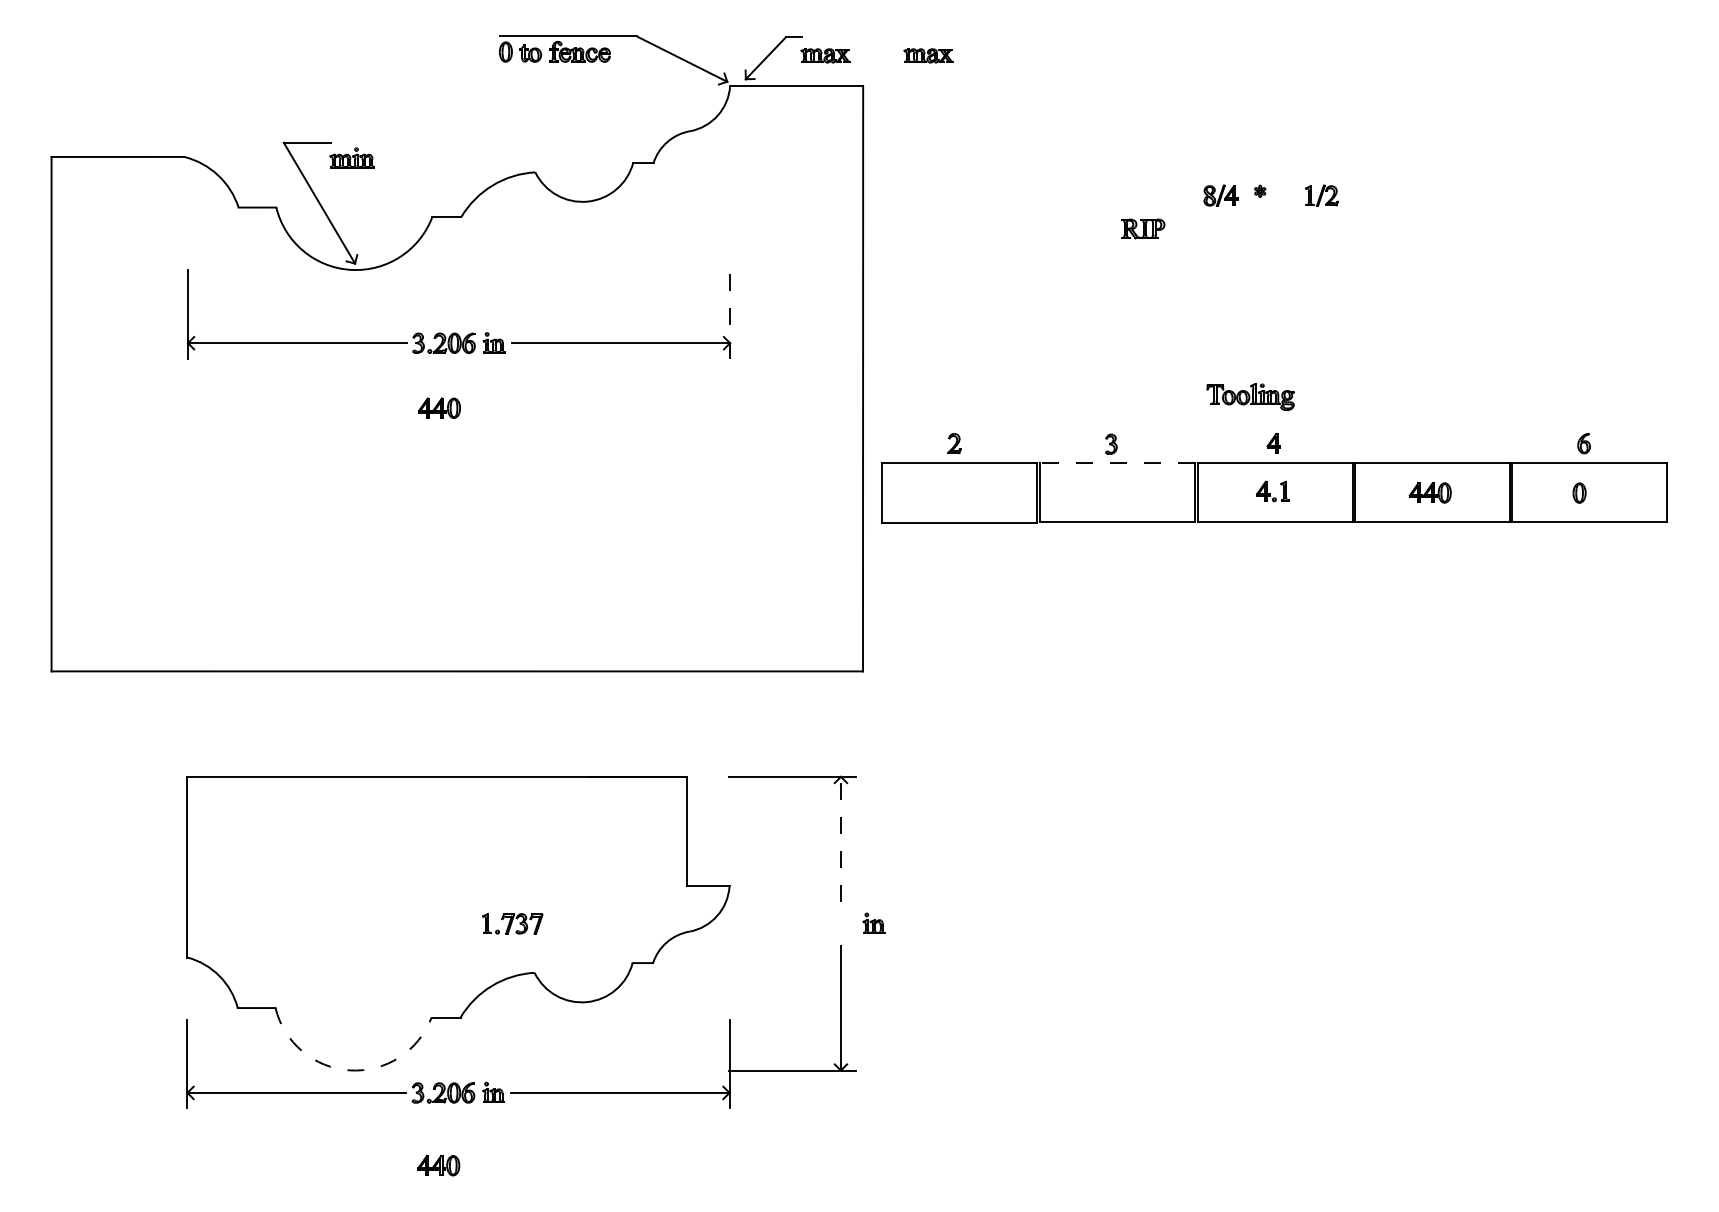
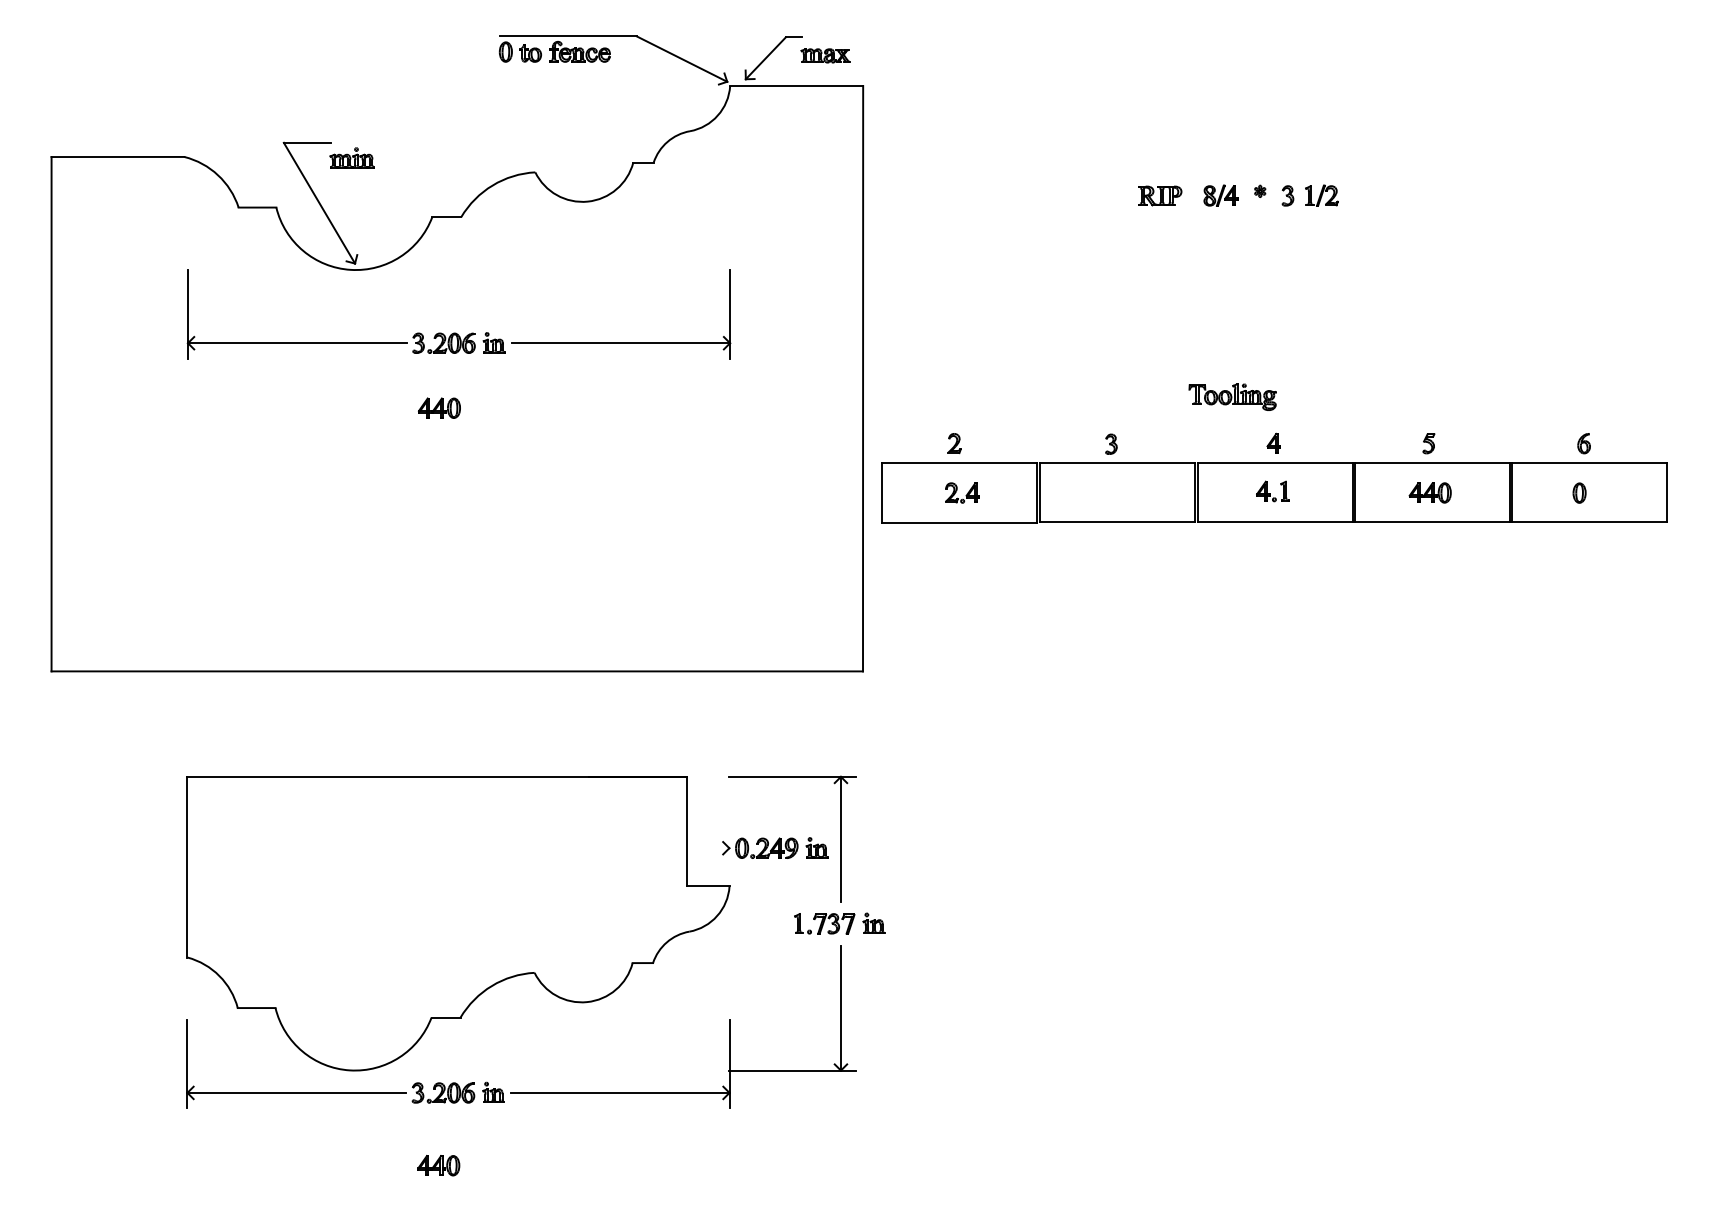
part at (928, 55): present -> none
part at (1287, 195): none -> present
part at (1143, 228) position: (1143, 228) -> (1160, 195)
line at (730, 313): dashed -> solid
part at (1250, 396) position: (1250, 396) -> (1232, 396)
part at (1428, 443): none -> present
line at (1117, 462): dashed -> solid
part at (962, 492): none -> present
line at (840, 838): dashed -> solid
part at (775, 847): none -> present
part at (512, 923) position: (512, 923) -> (824, 923)
arc at (349, 1070): dashed -> solid
